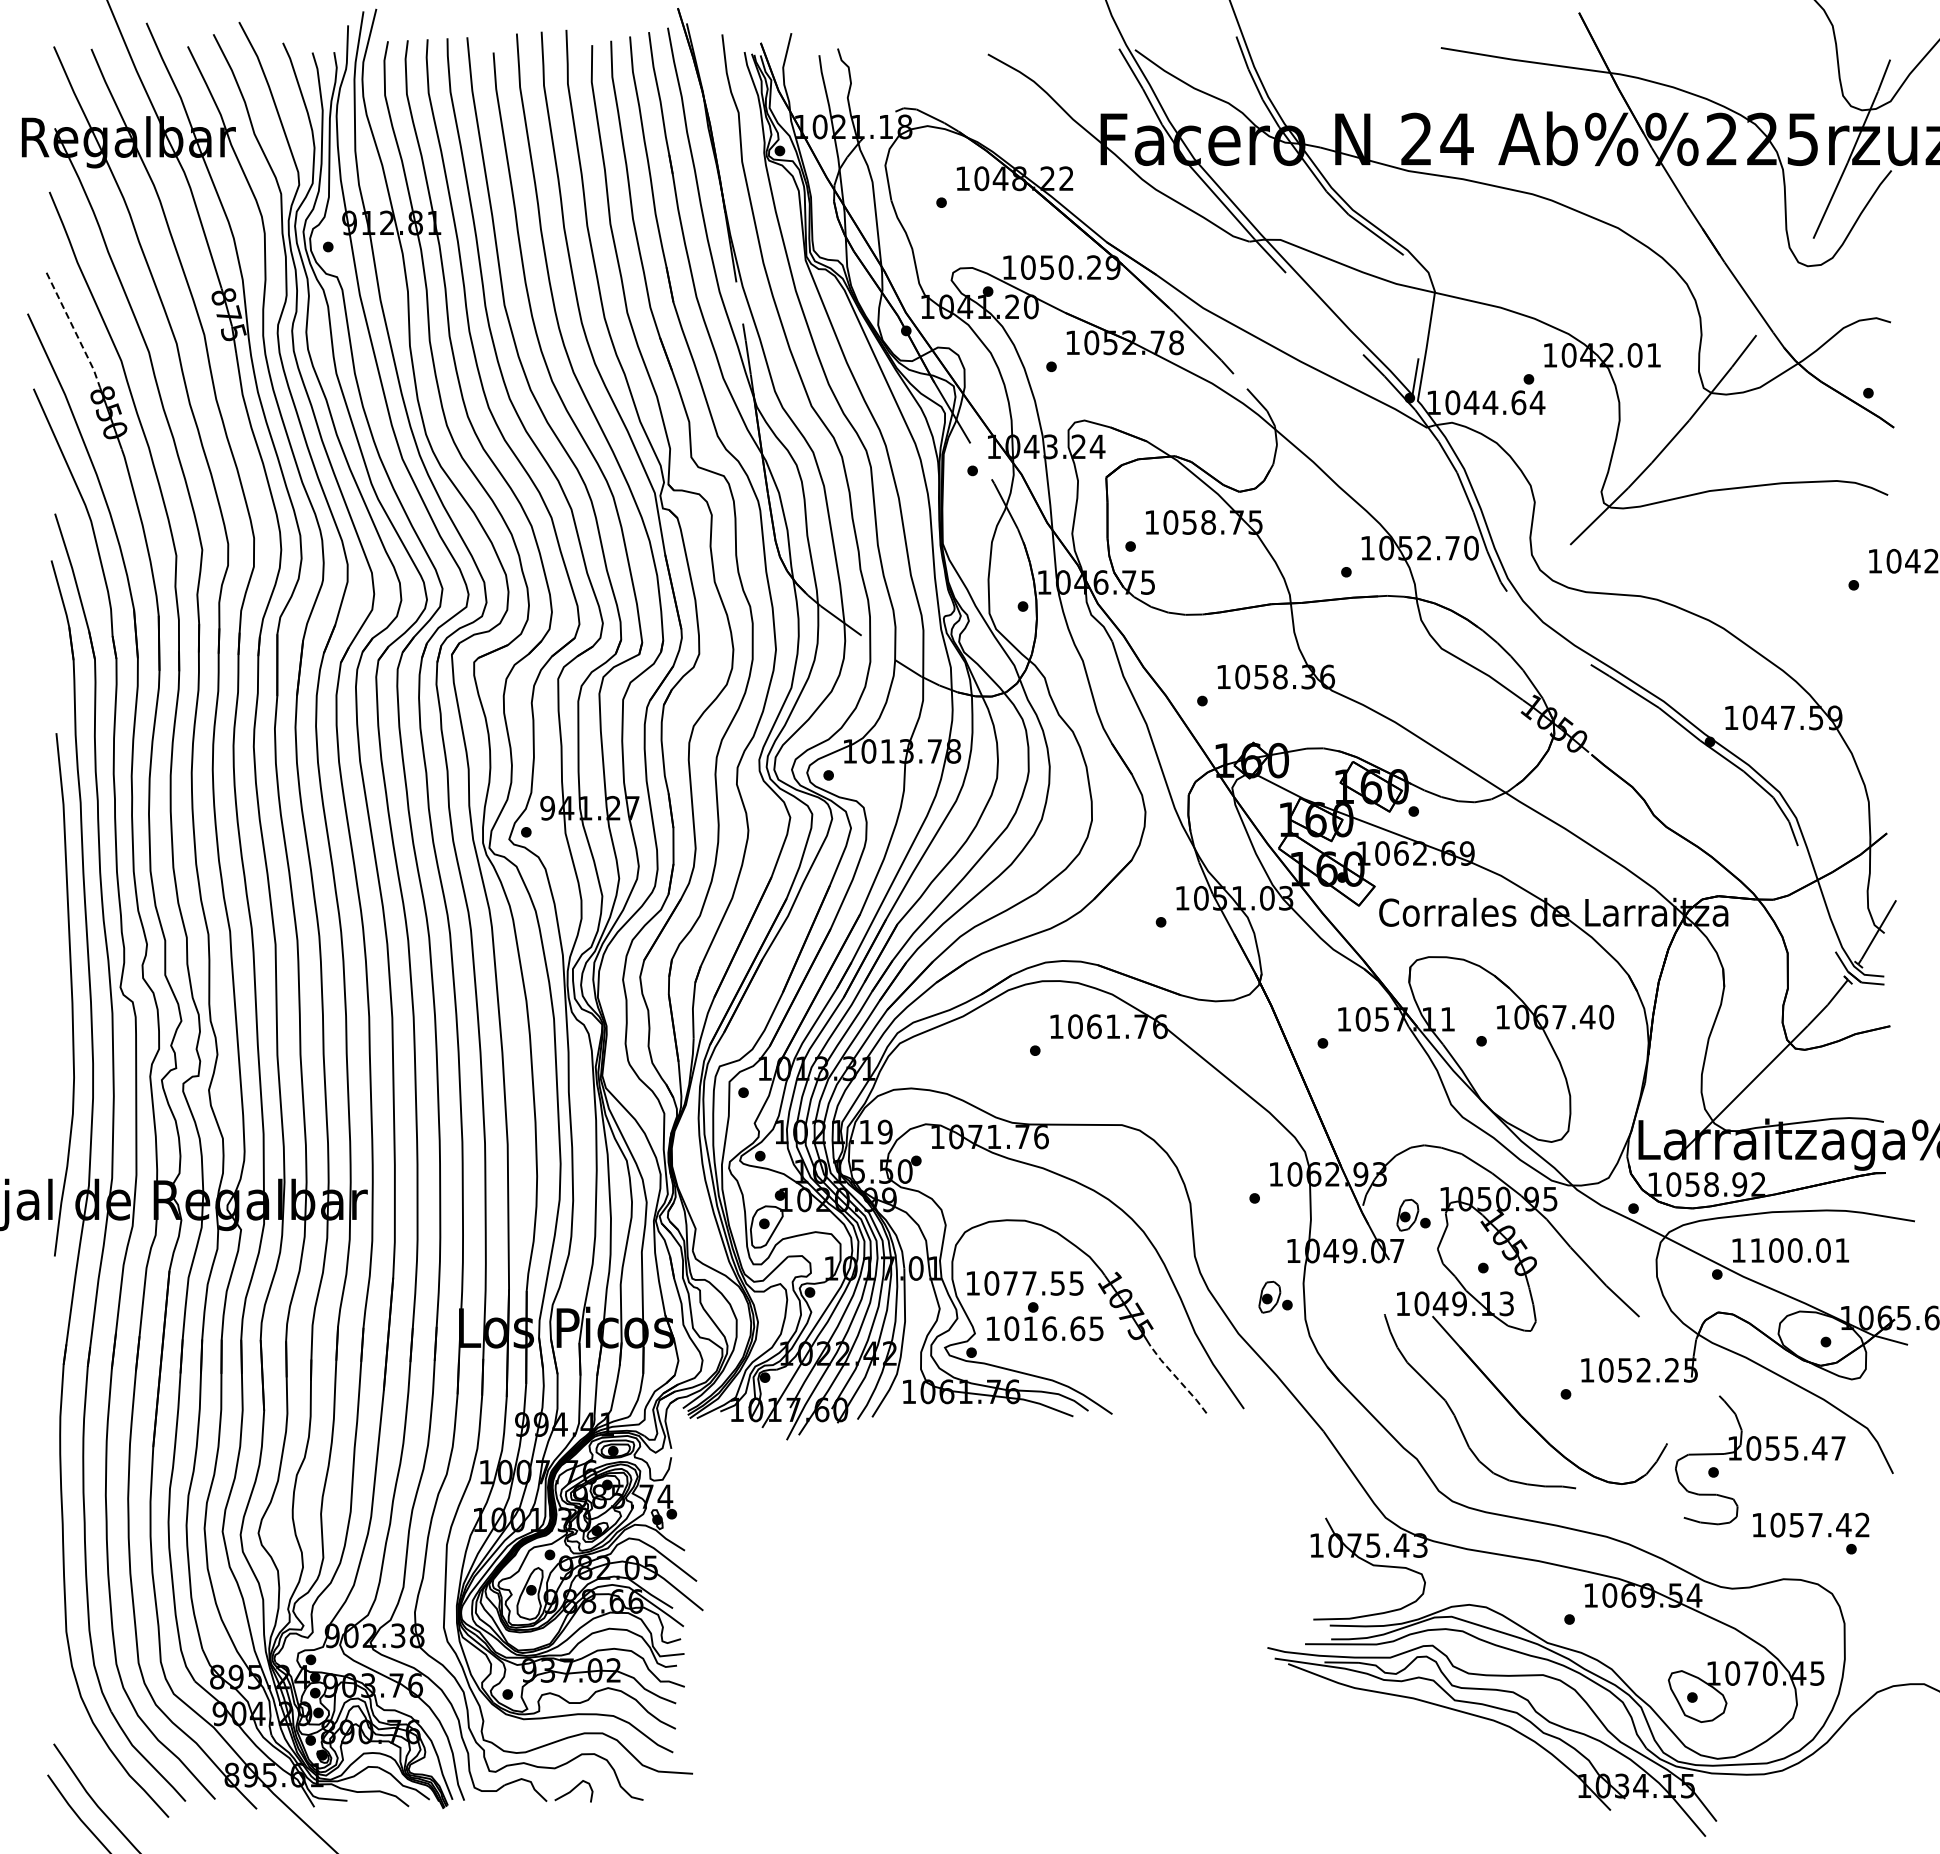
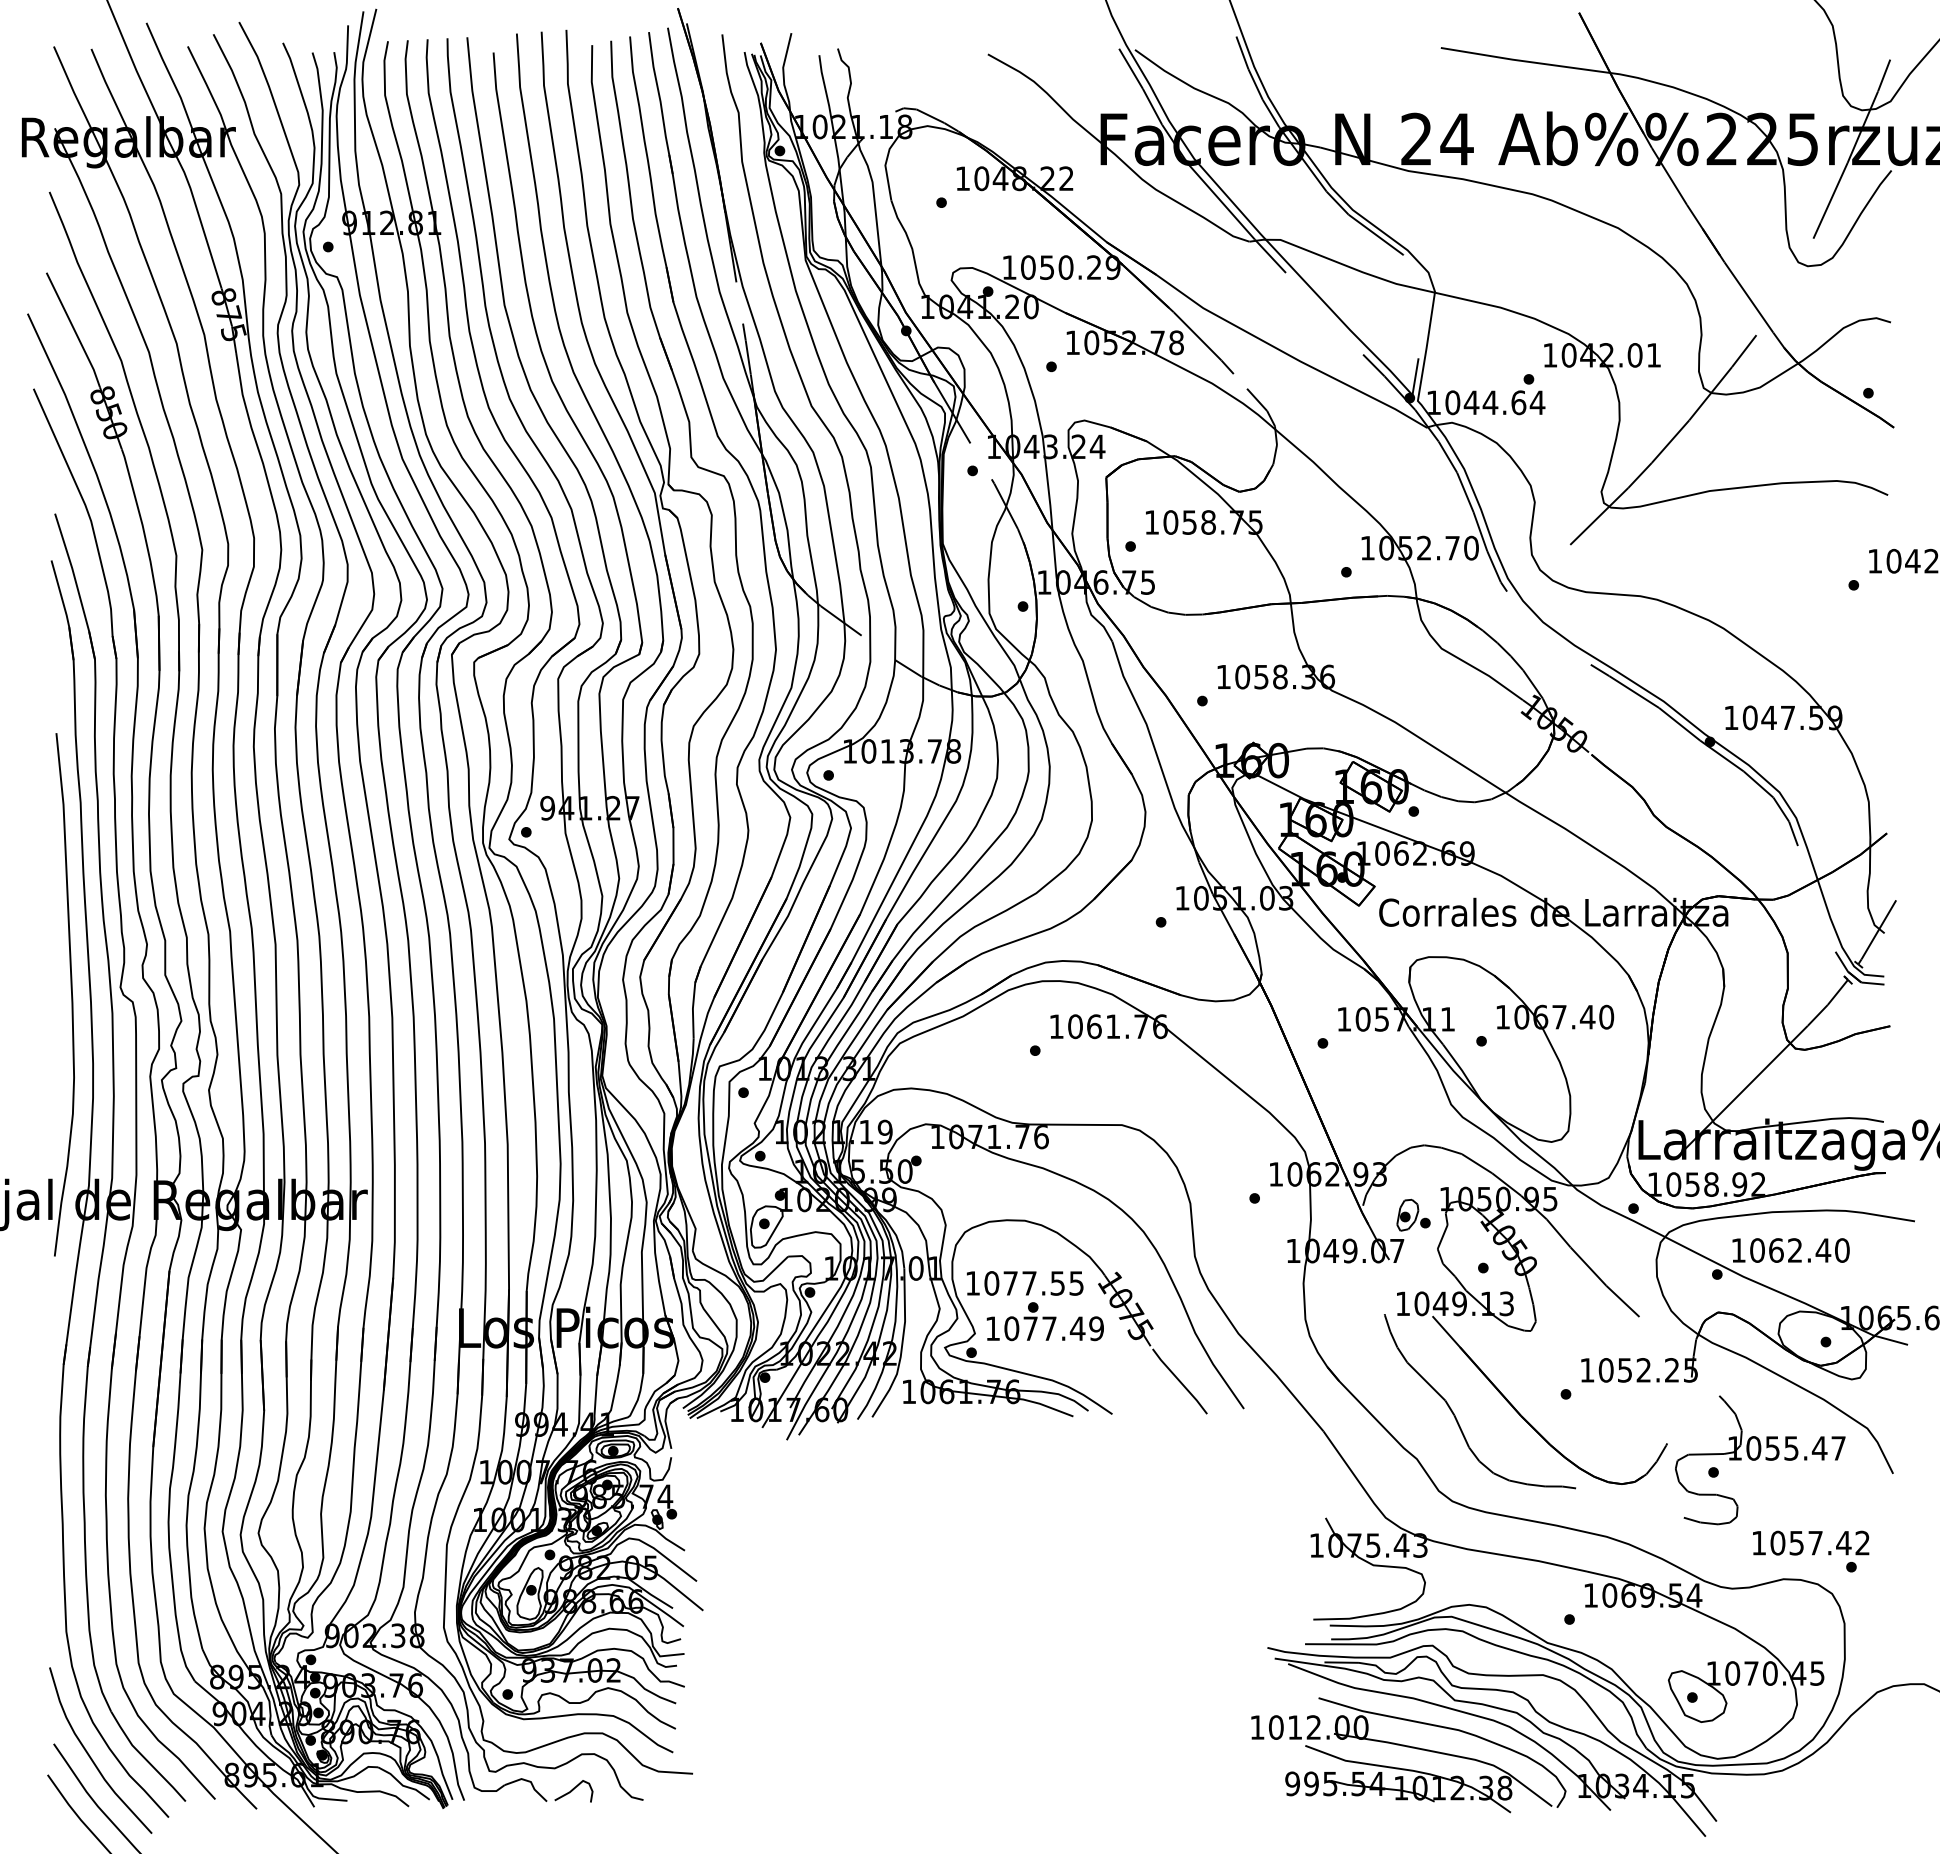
line at (74, 330): dashed -> solid
text at (1799, 1250): 1100.01 -> 1062.40
part at (1275, 1296): present -> none
text at (1063, 1328): 1016.65 -> 1077.49
line at (1180, 1382): dashed -> solid
text at (1811, 1533) position: (1811, 1533) -> (1811, 1551)
part at (1411, 1748): none -> present
curve at (90, 1755): none -> present
